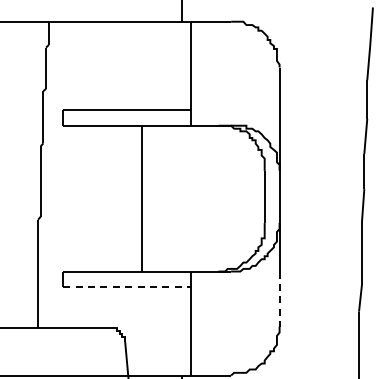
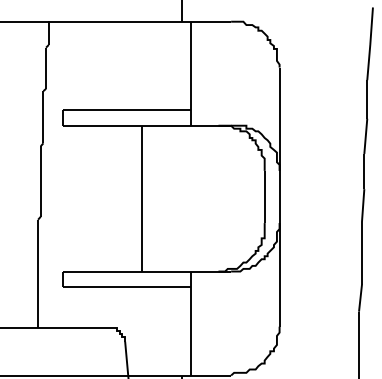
line at (127, 287): dashed -> solid
line at (279, 299): dashed -> solid
